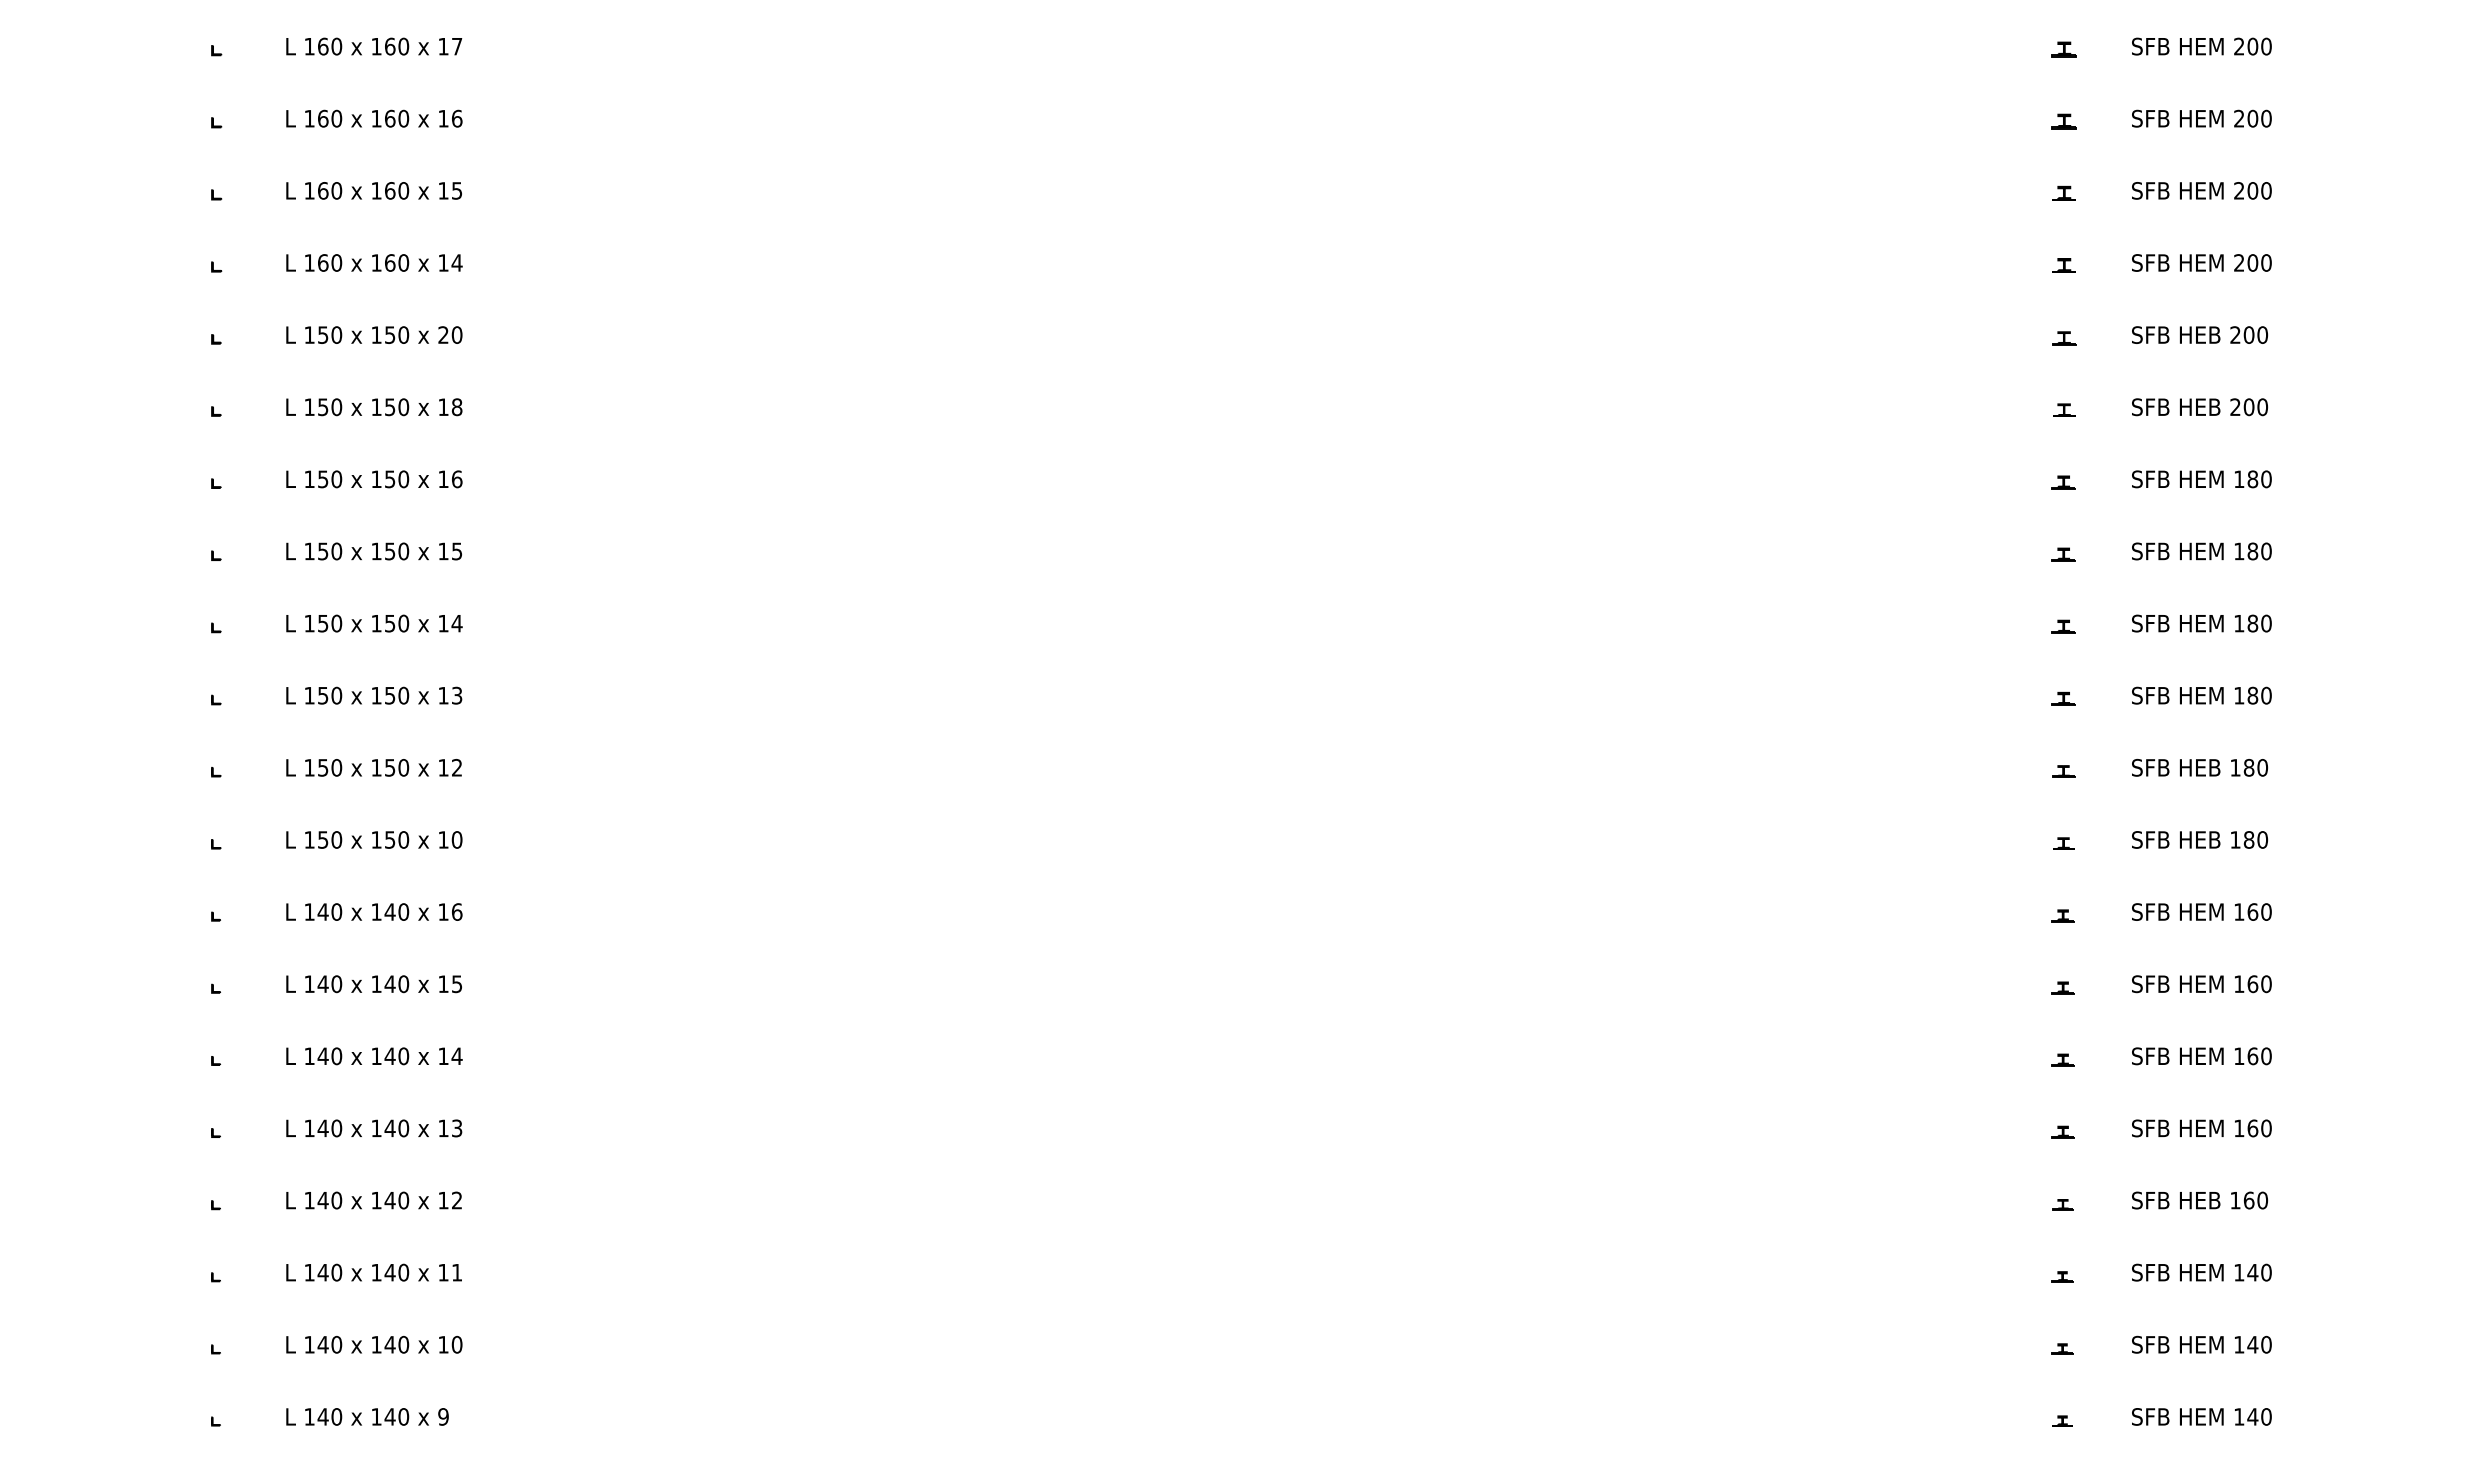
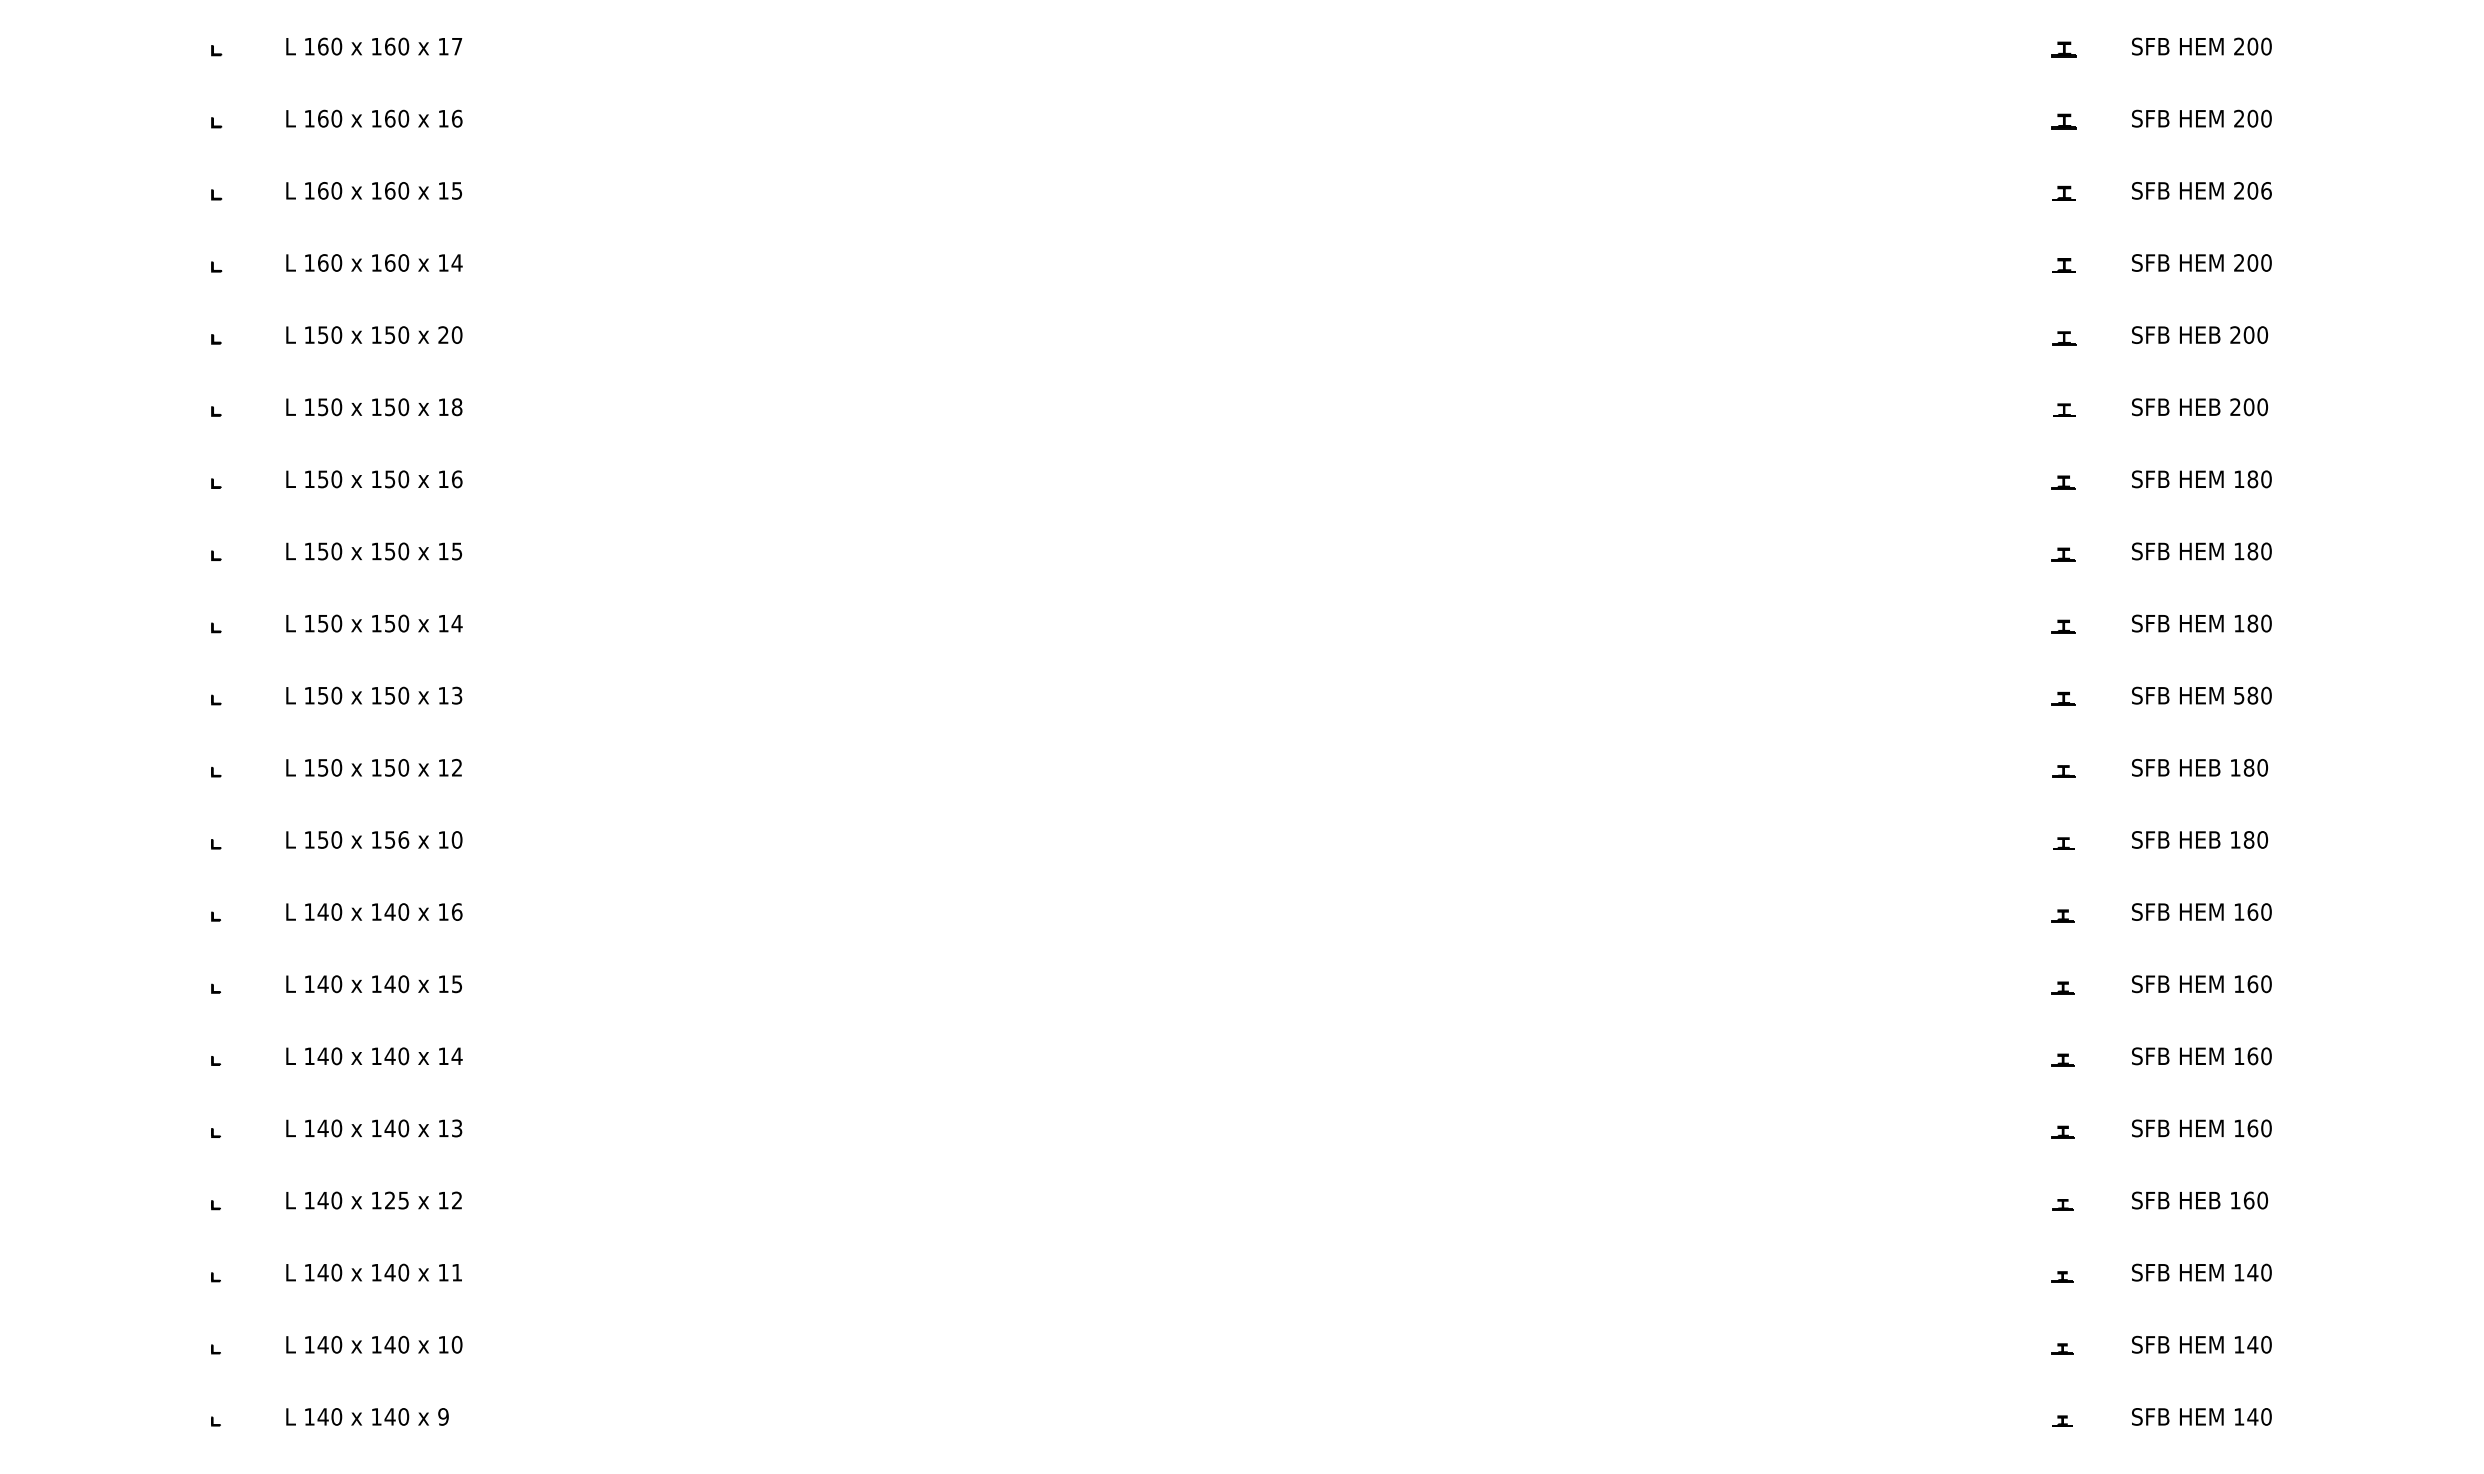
text at (2266, 190): 200 -> 206
text at (2239, 695): 180 -> 580
text at (403, 839): 150 -> 156
text at (396, 1200): 140 -> 125
